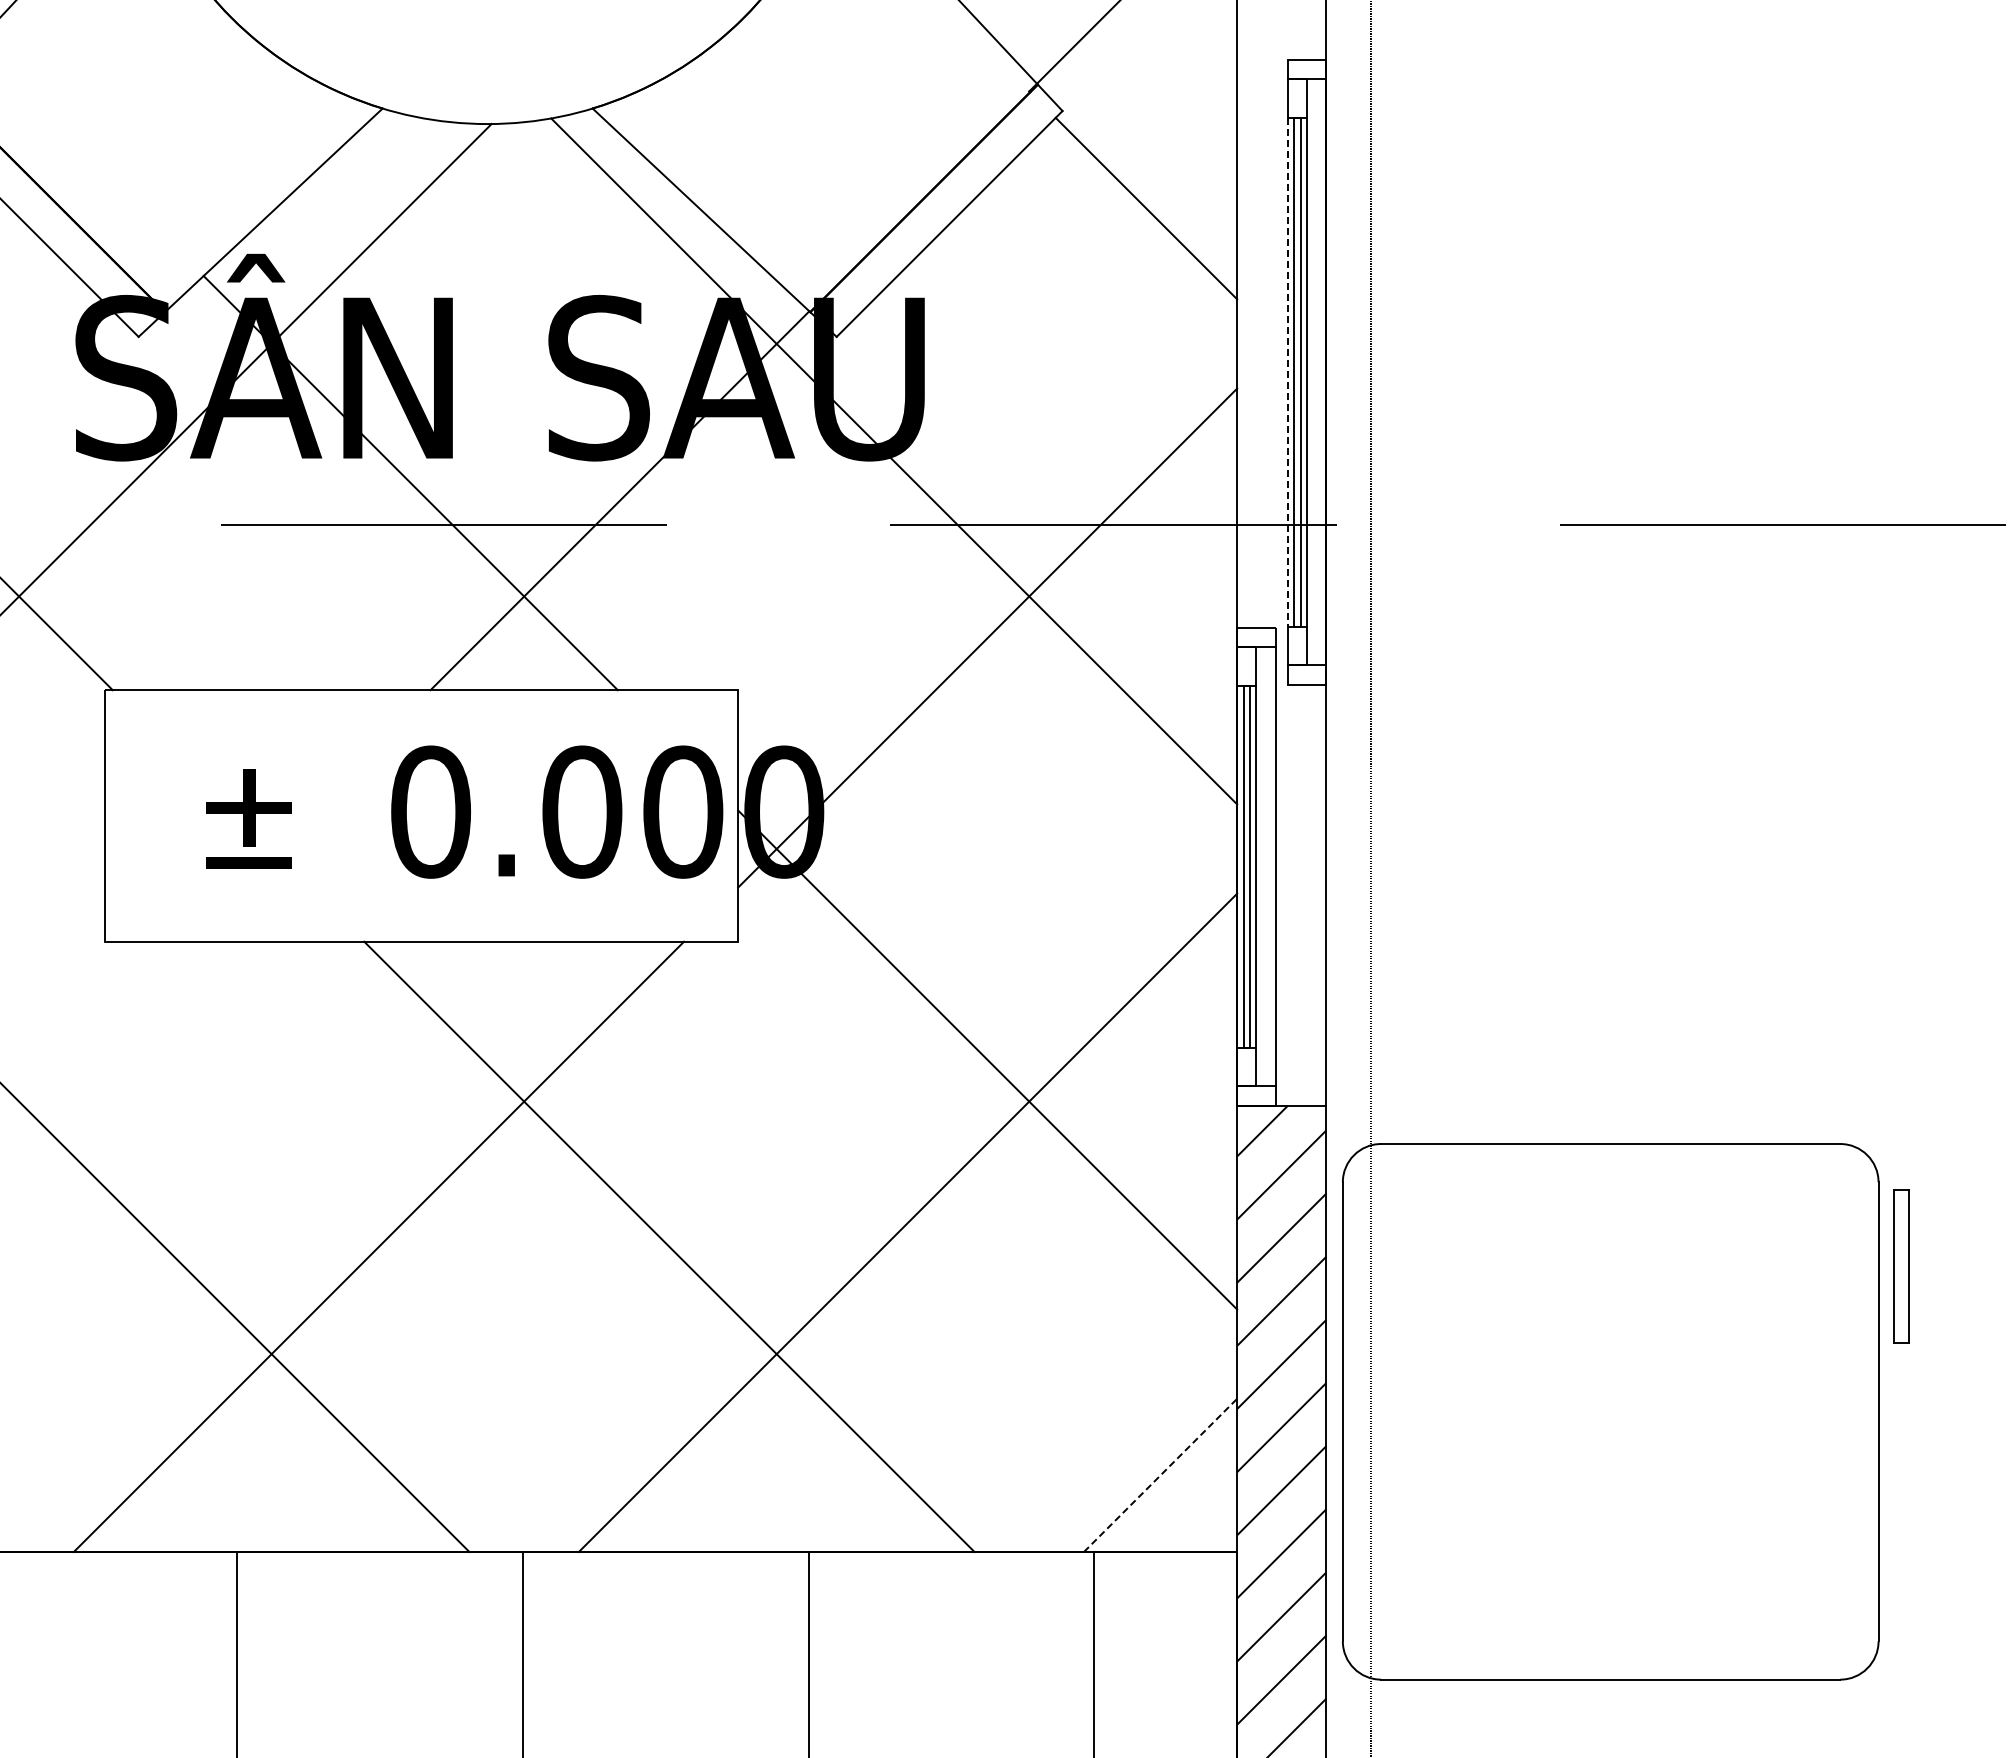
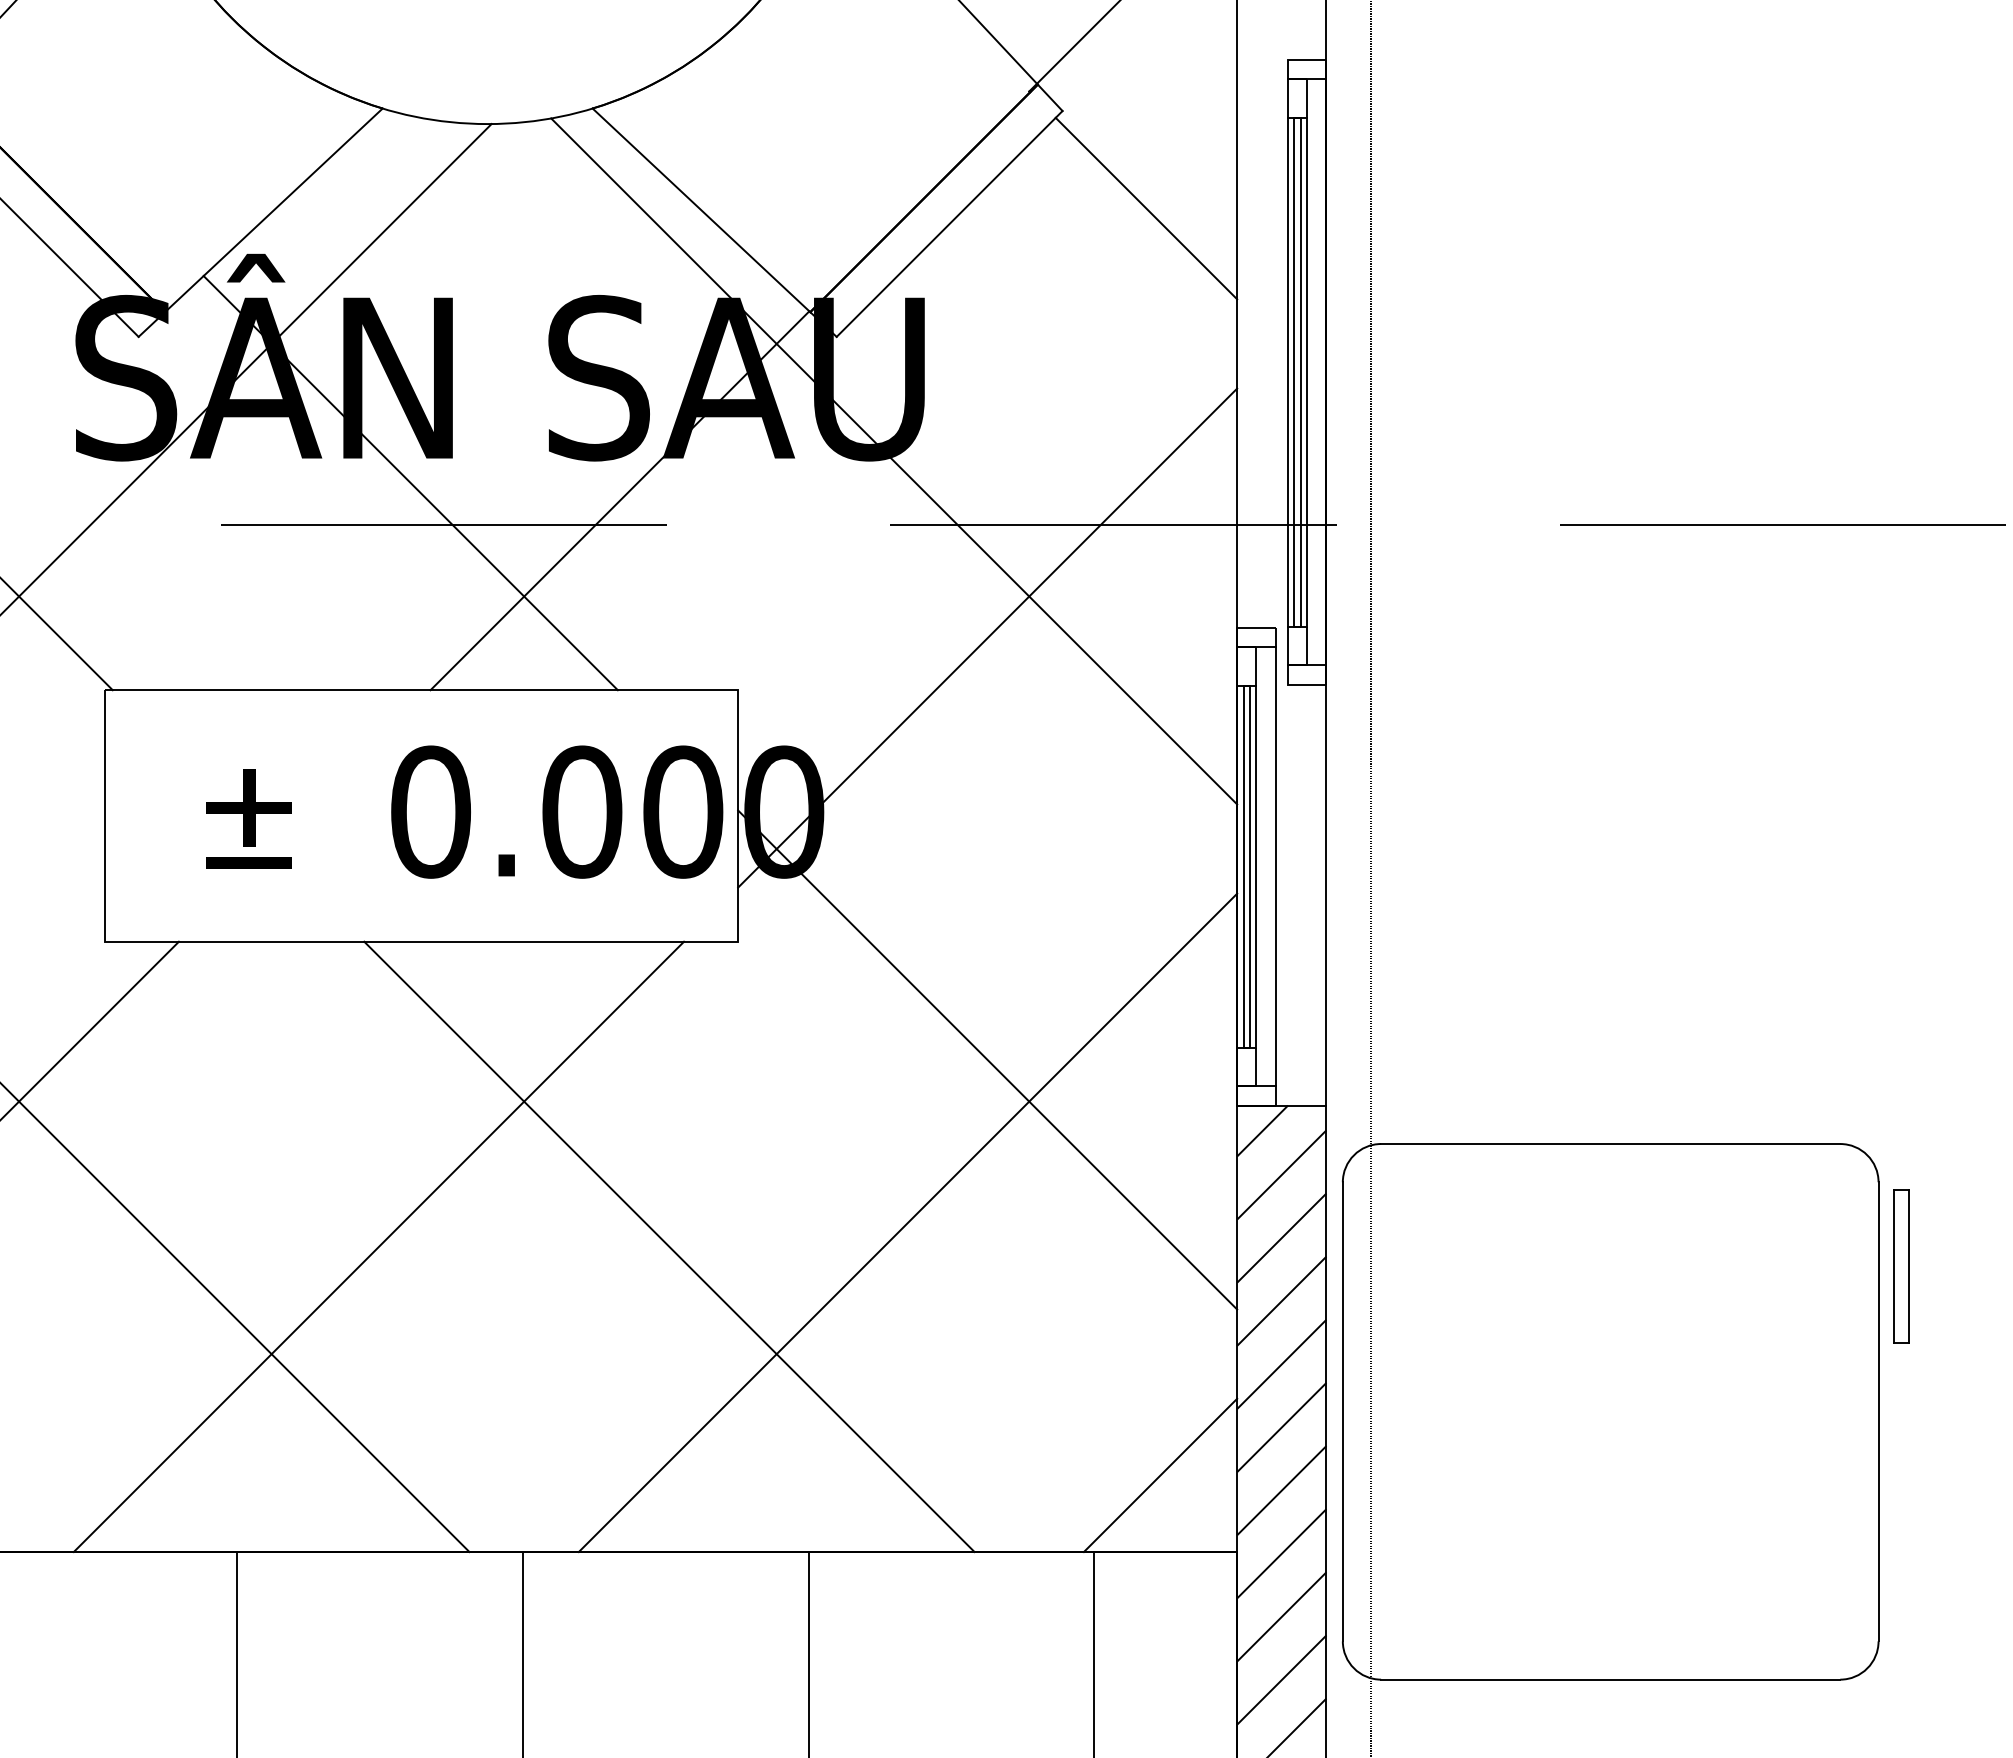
line at (1287, 372): dashed -> solid
line at (90, 1029): none -> present
line at (1160, 1475): dashed -> solid
